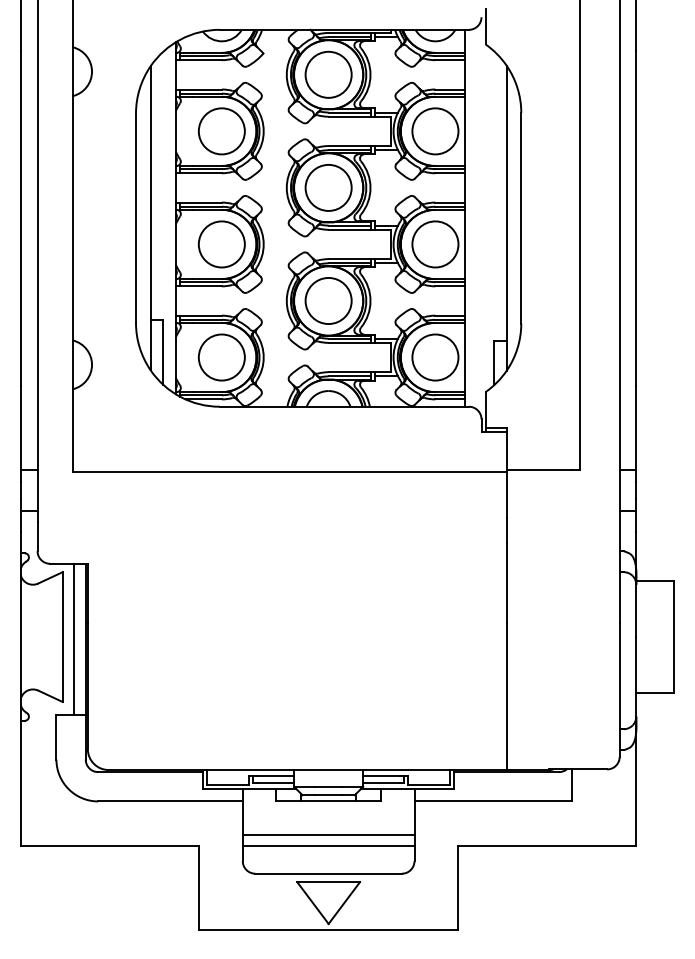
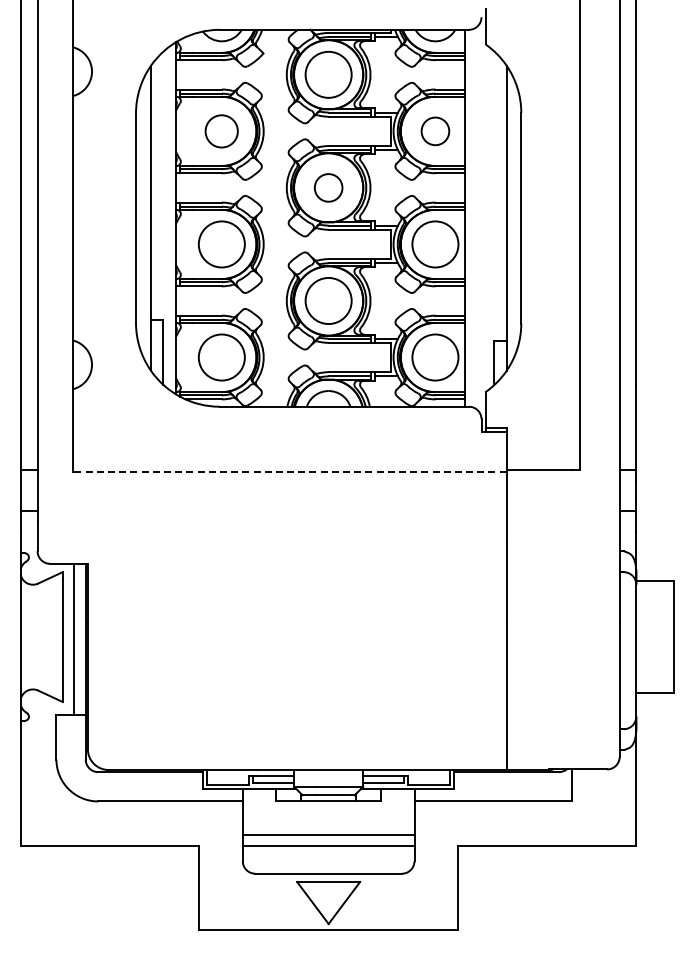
circle at (221, 131) size: 49x49 px -> 35x35 px
circle at (435, 131) diameter: 46 px -> 28 px
circle at (328, 187) diameter: 46 px -> 28 px
line at (289, 471): solid -> dashed
